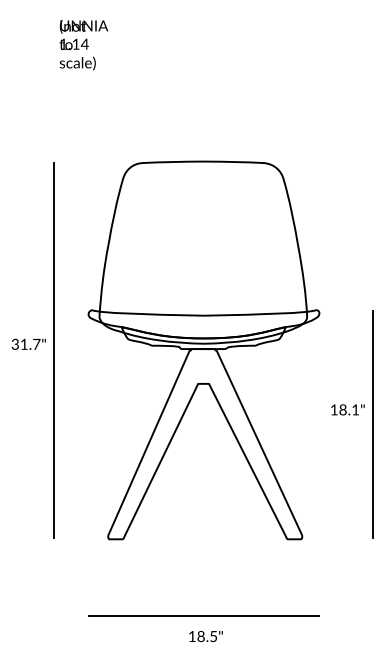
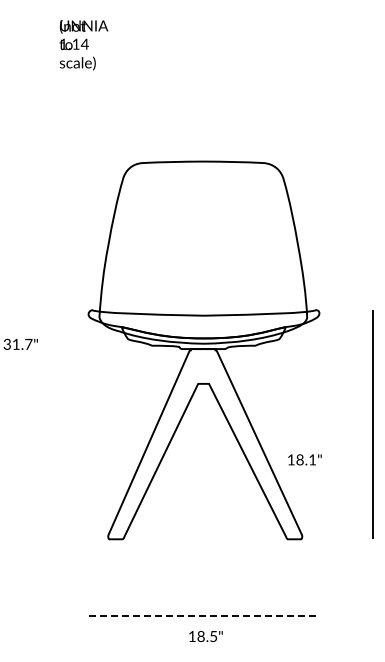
text at (28, 343) position: (28, 343) -> (20, 343)
line at (53, 350): present -> none
text at (347, 409) position: (347, 409) -> (304, 459)
line at (204, 616): solid -> dashed
